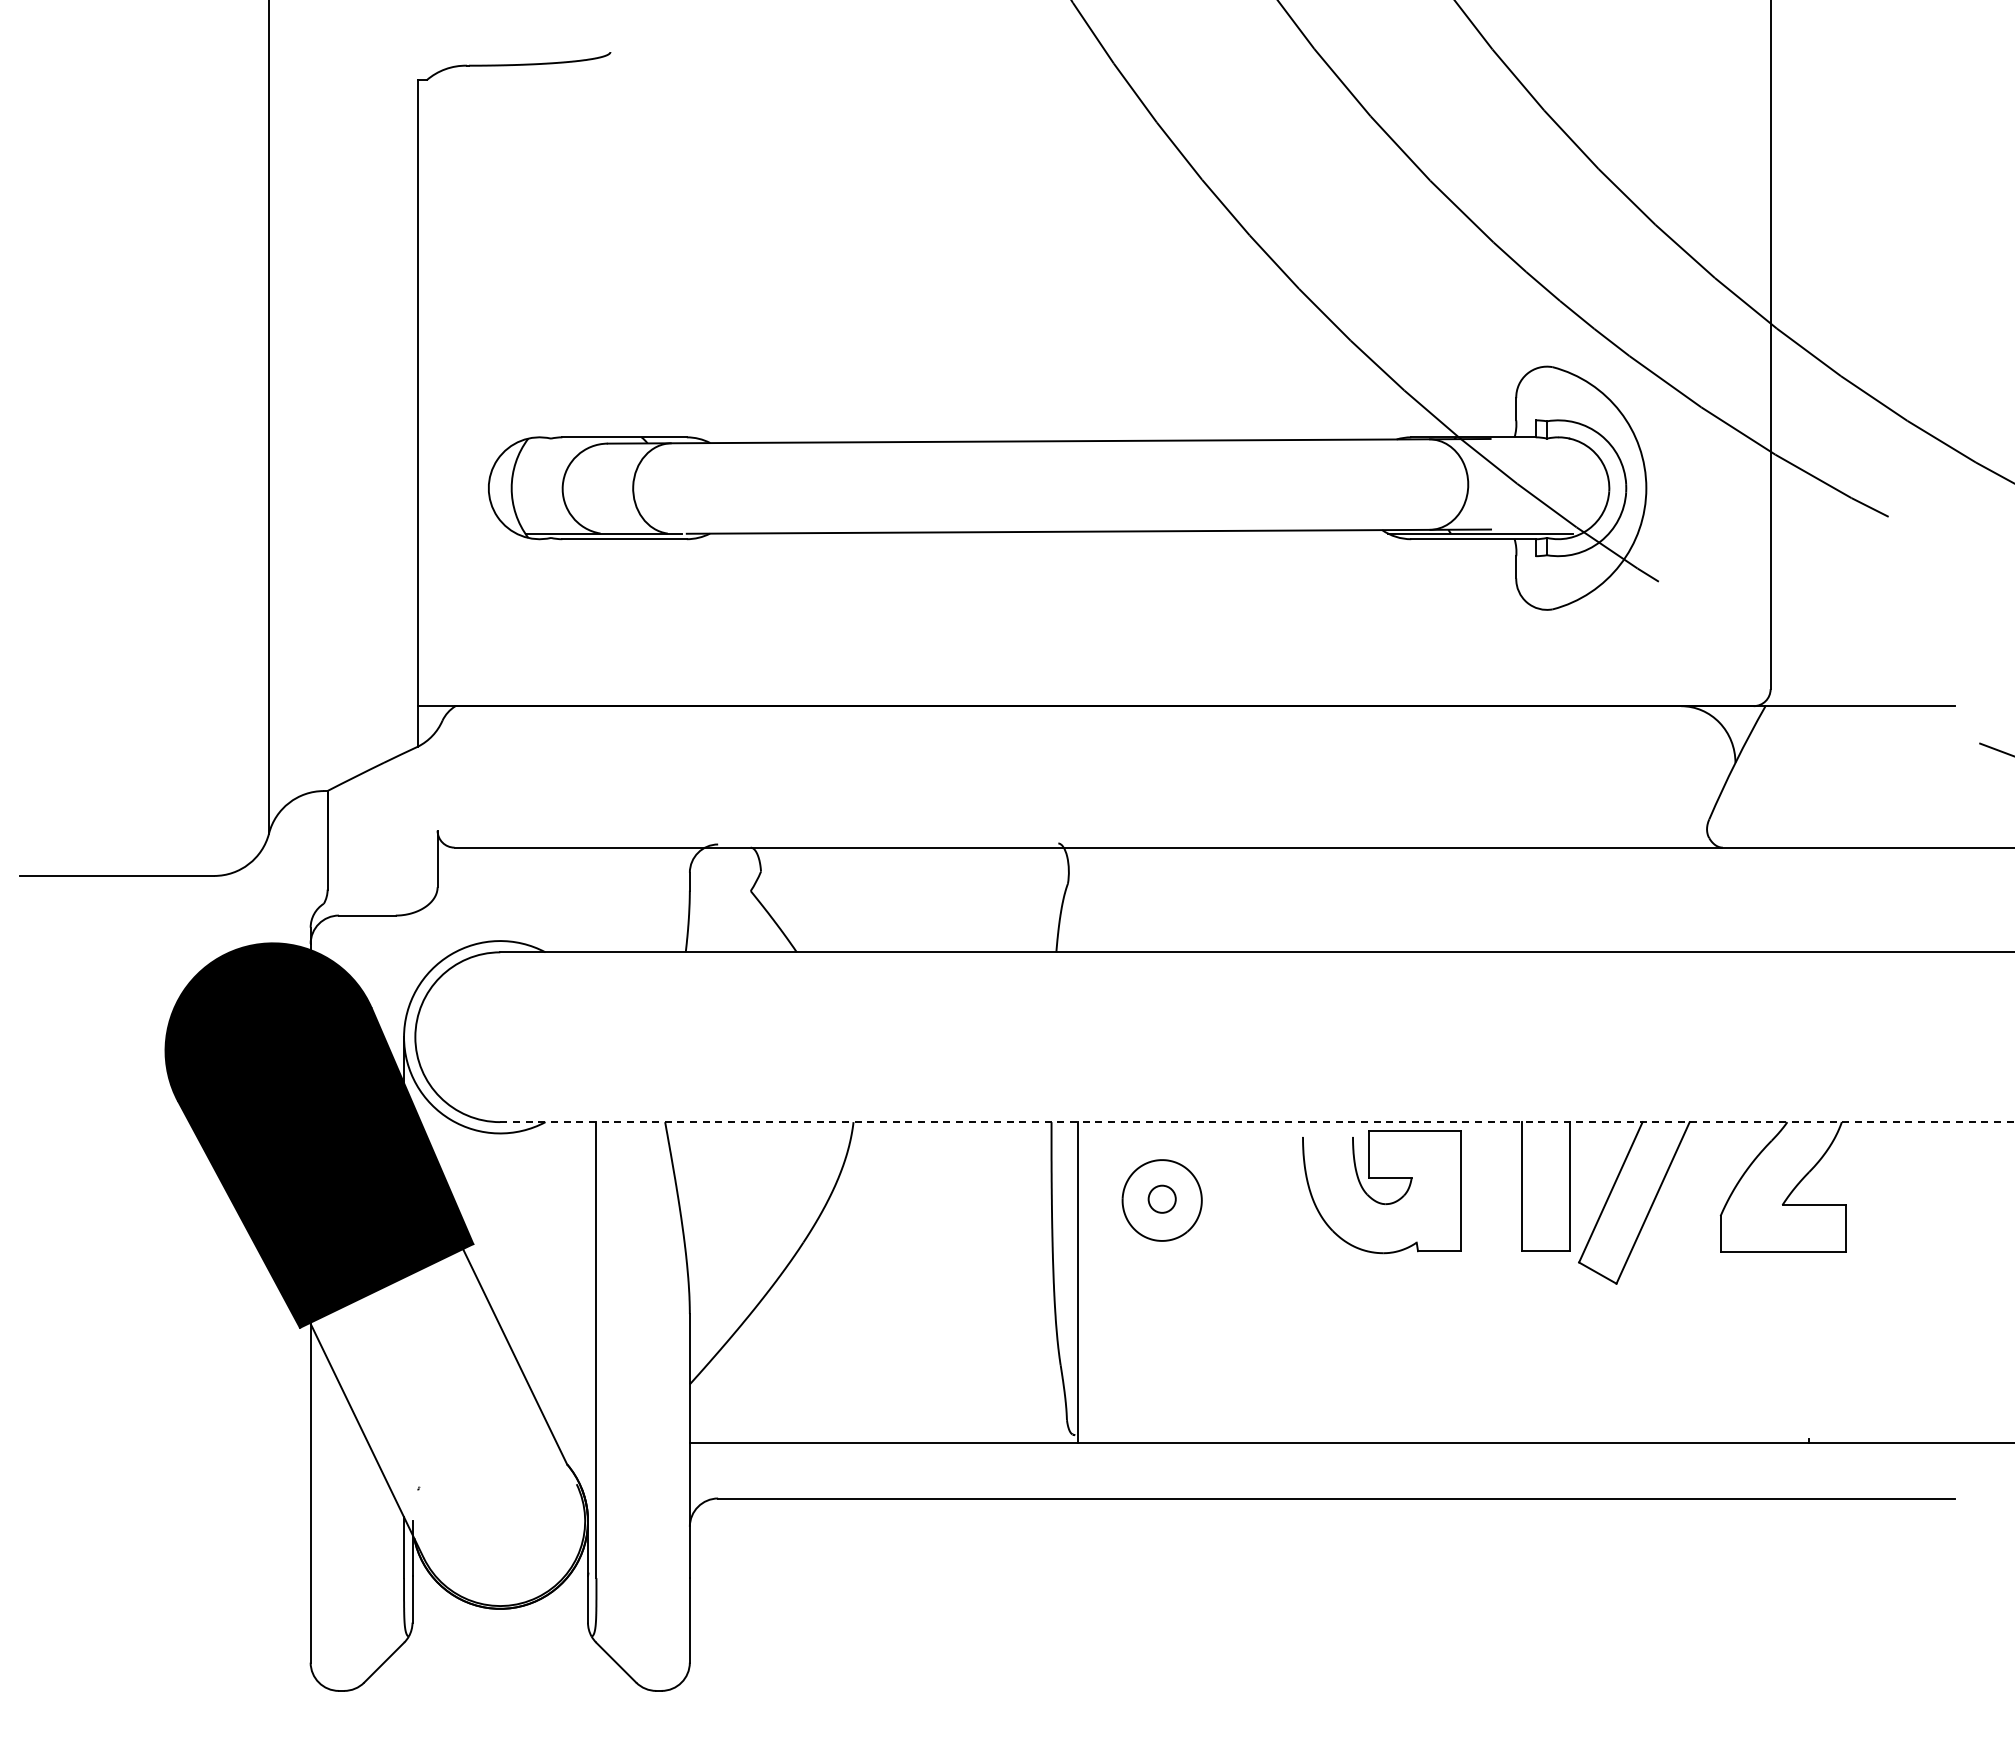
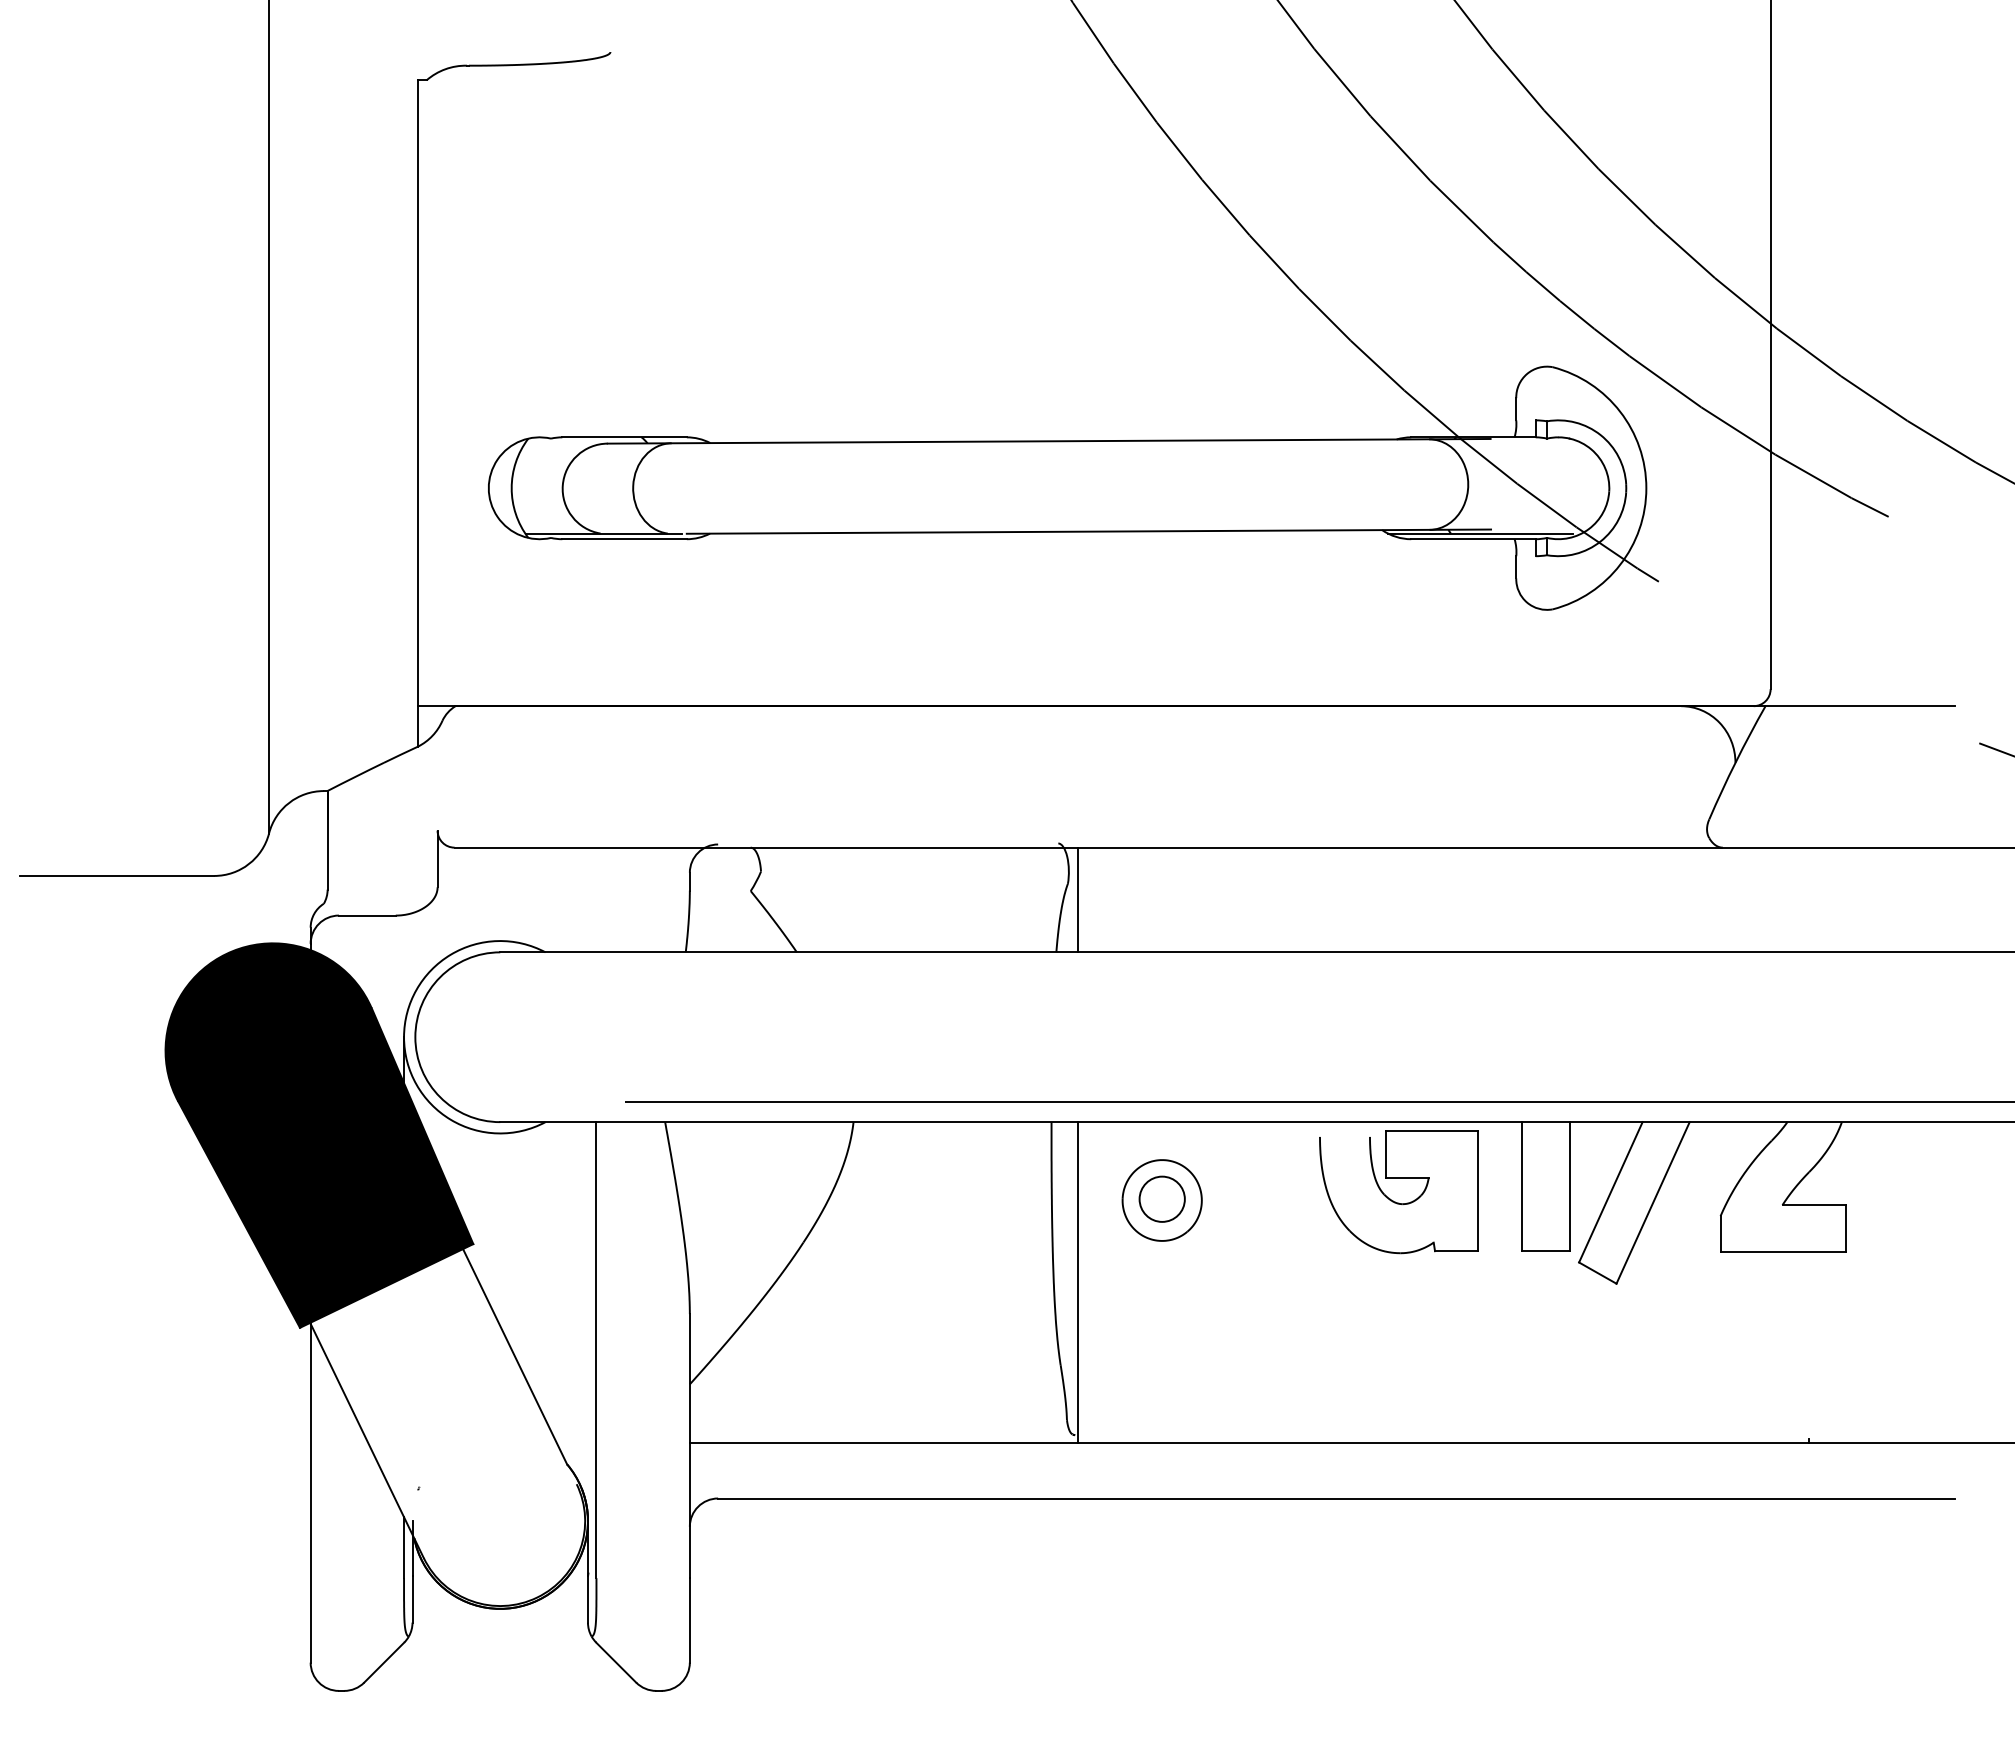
line at (1077, 899): none -> present
line at (1317, 1102): none -> present
line at (1257, 1122): dashed -> solid
circle at (1161, 1198) diameter: 27 px -> 45 px
part at (1376, 1200) position: (1376, 1200) -> (1393, 1200)
